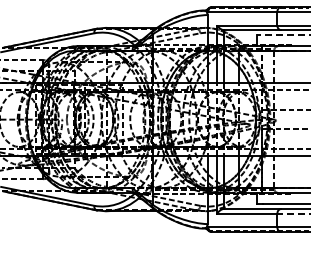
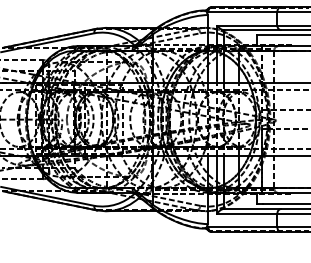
line at (284, 34): dashed -> solid
line at (293, 213): dashed -> solid
